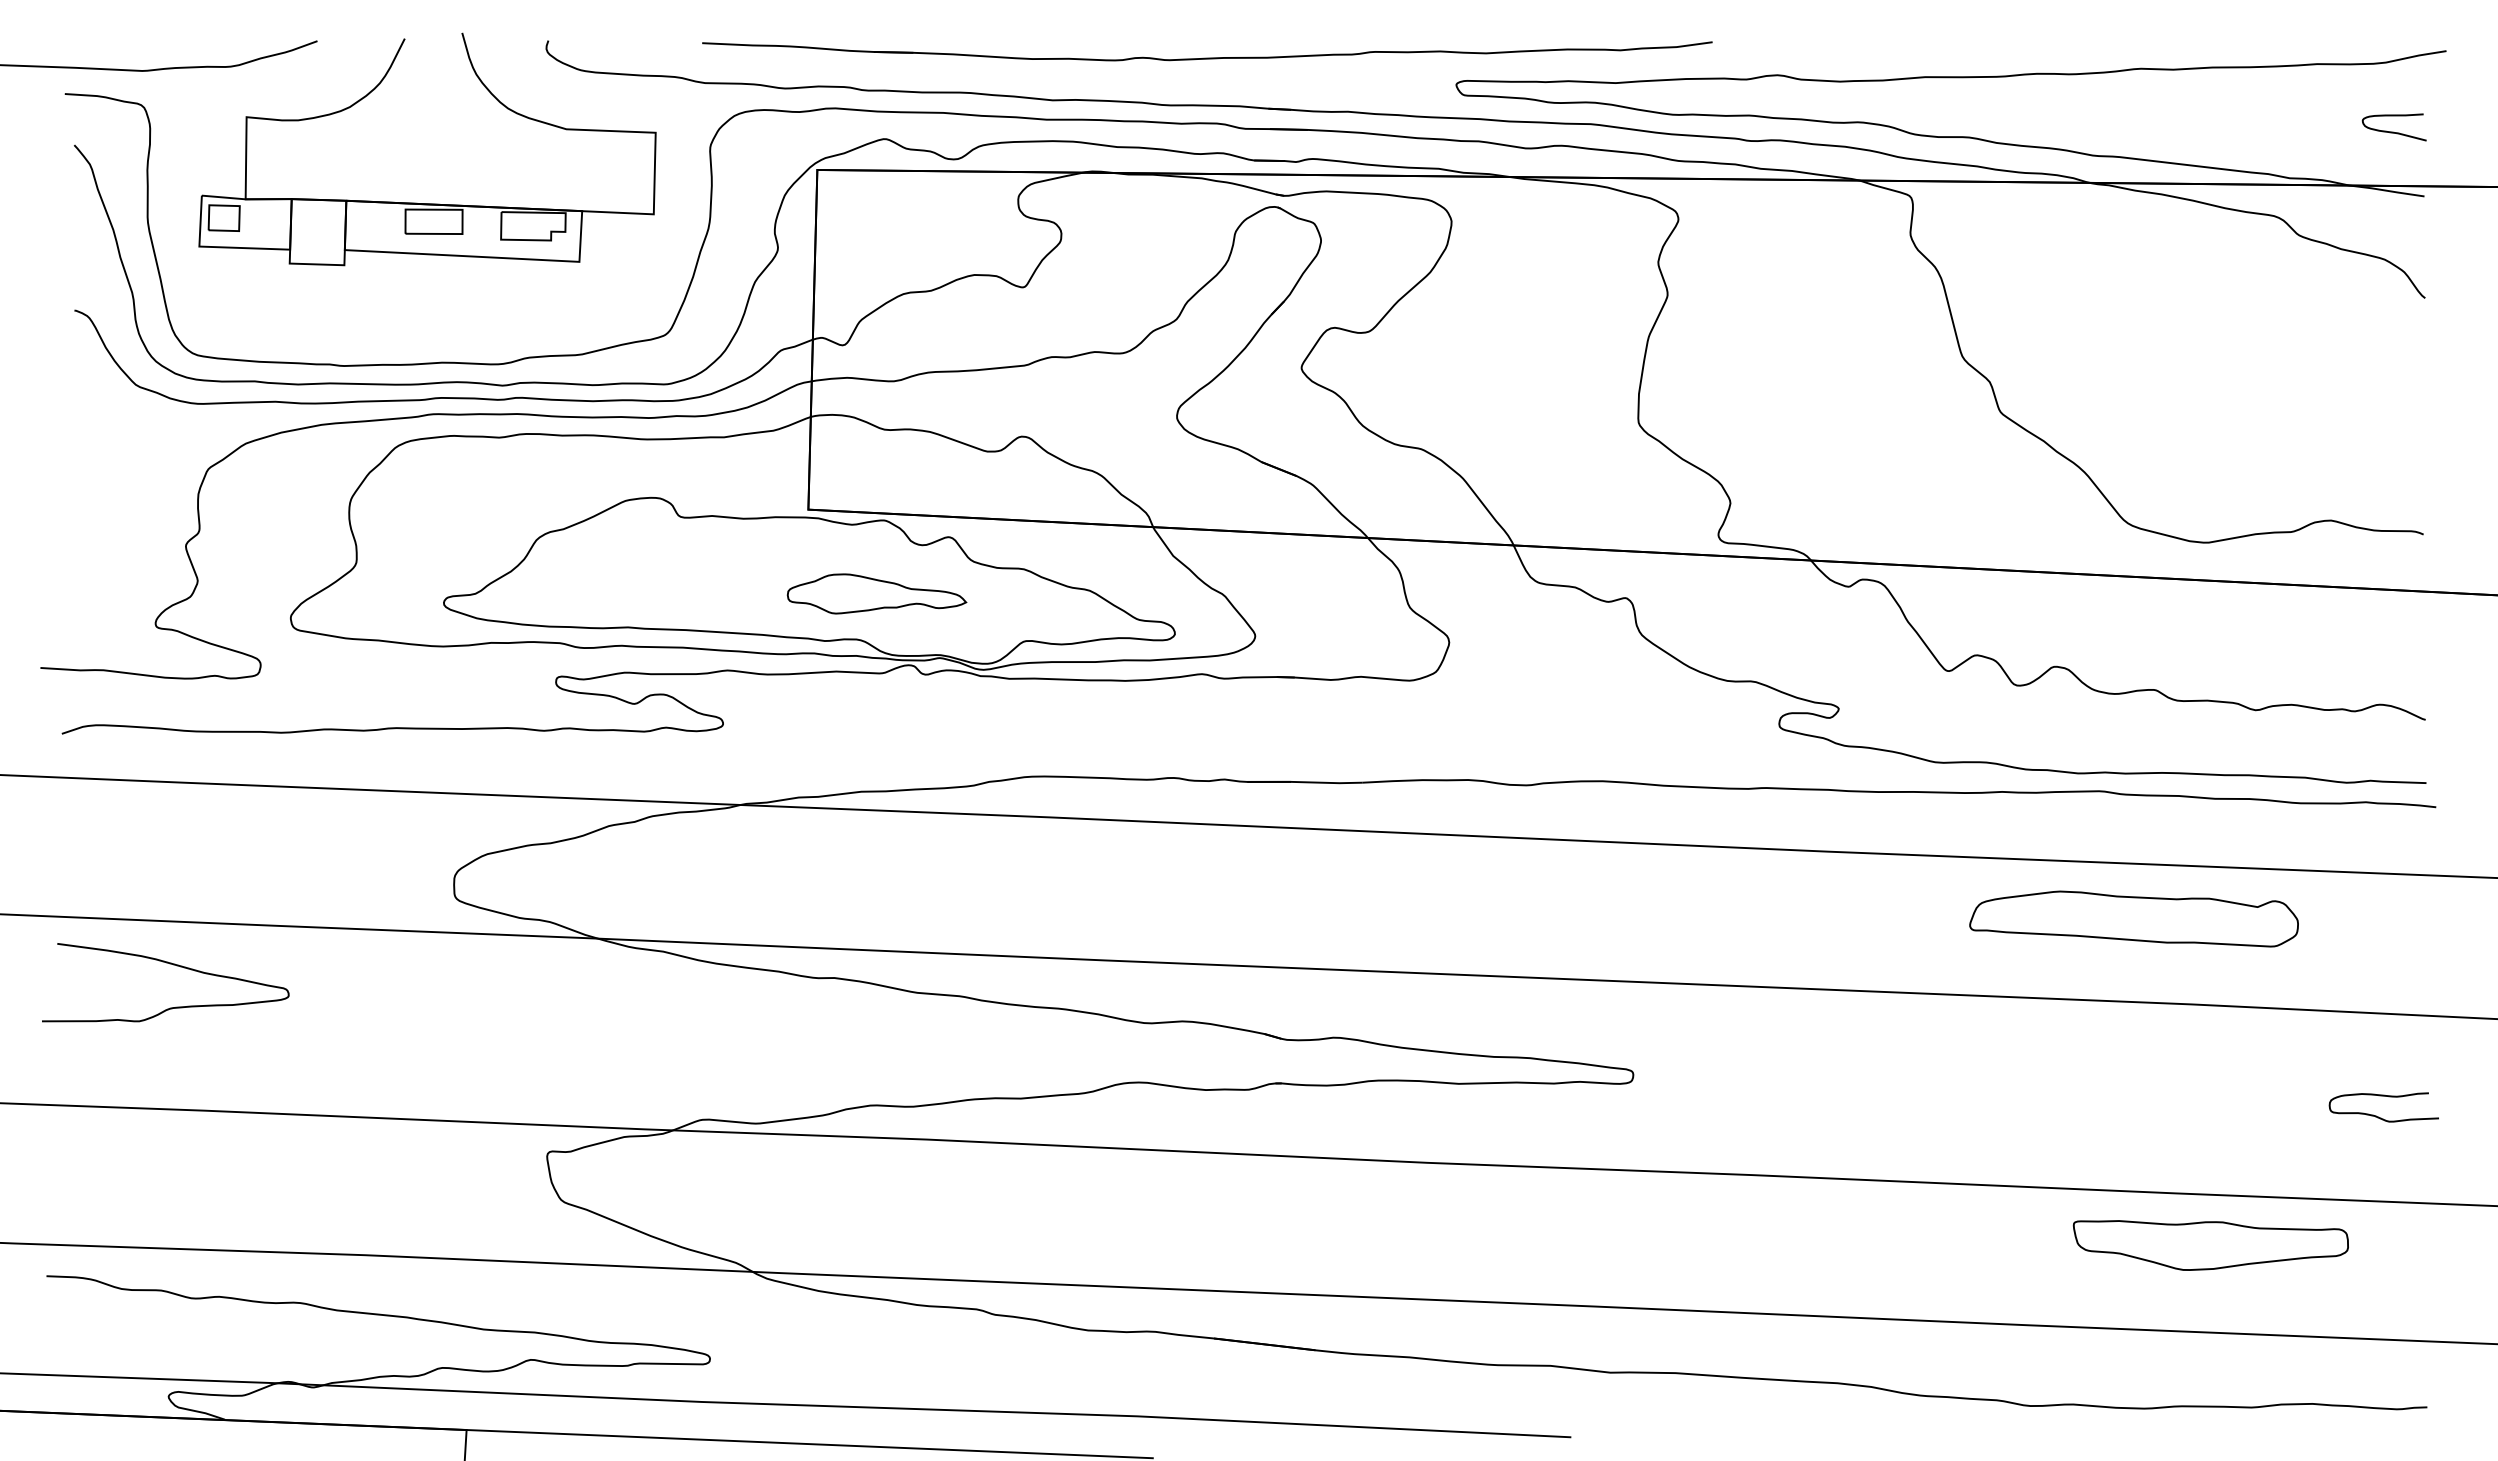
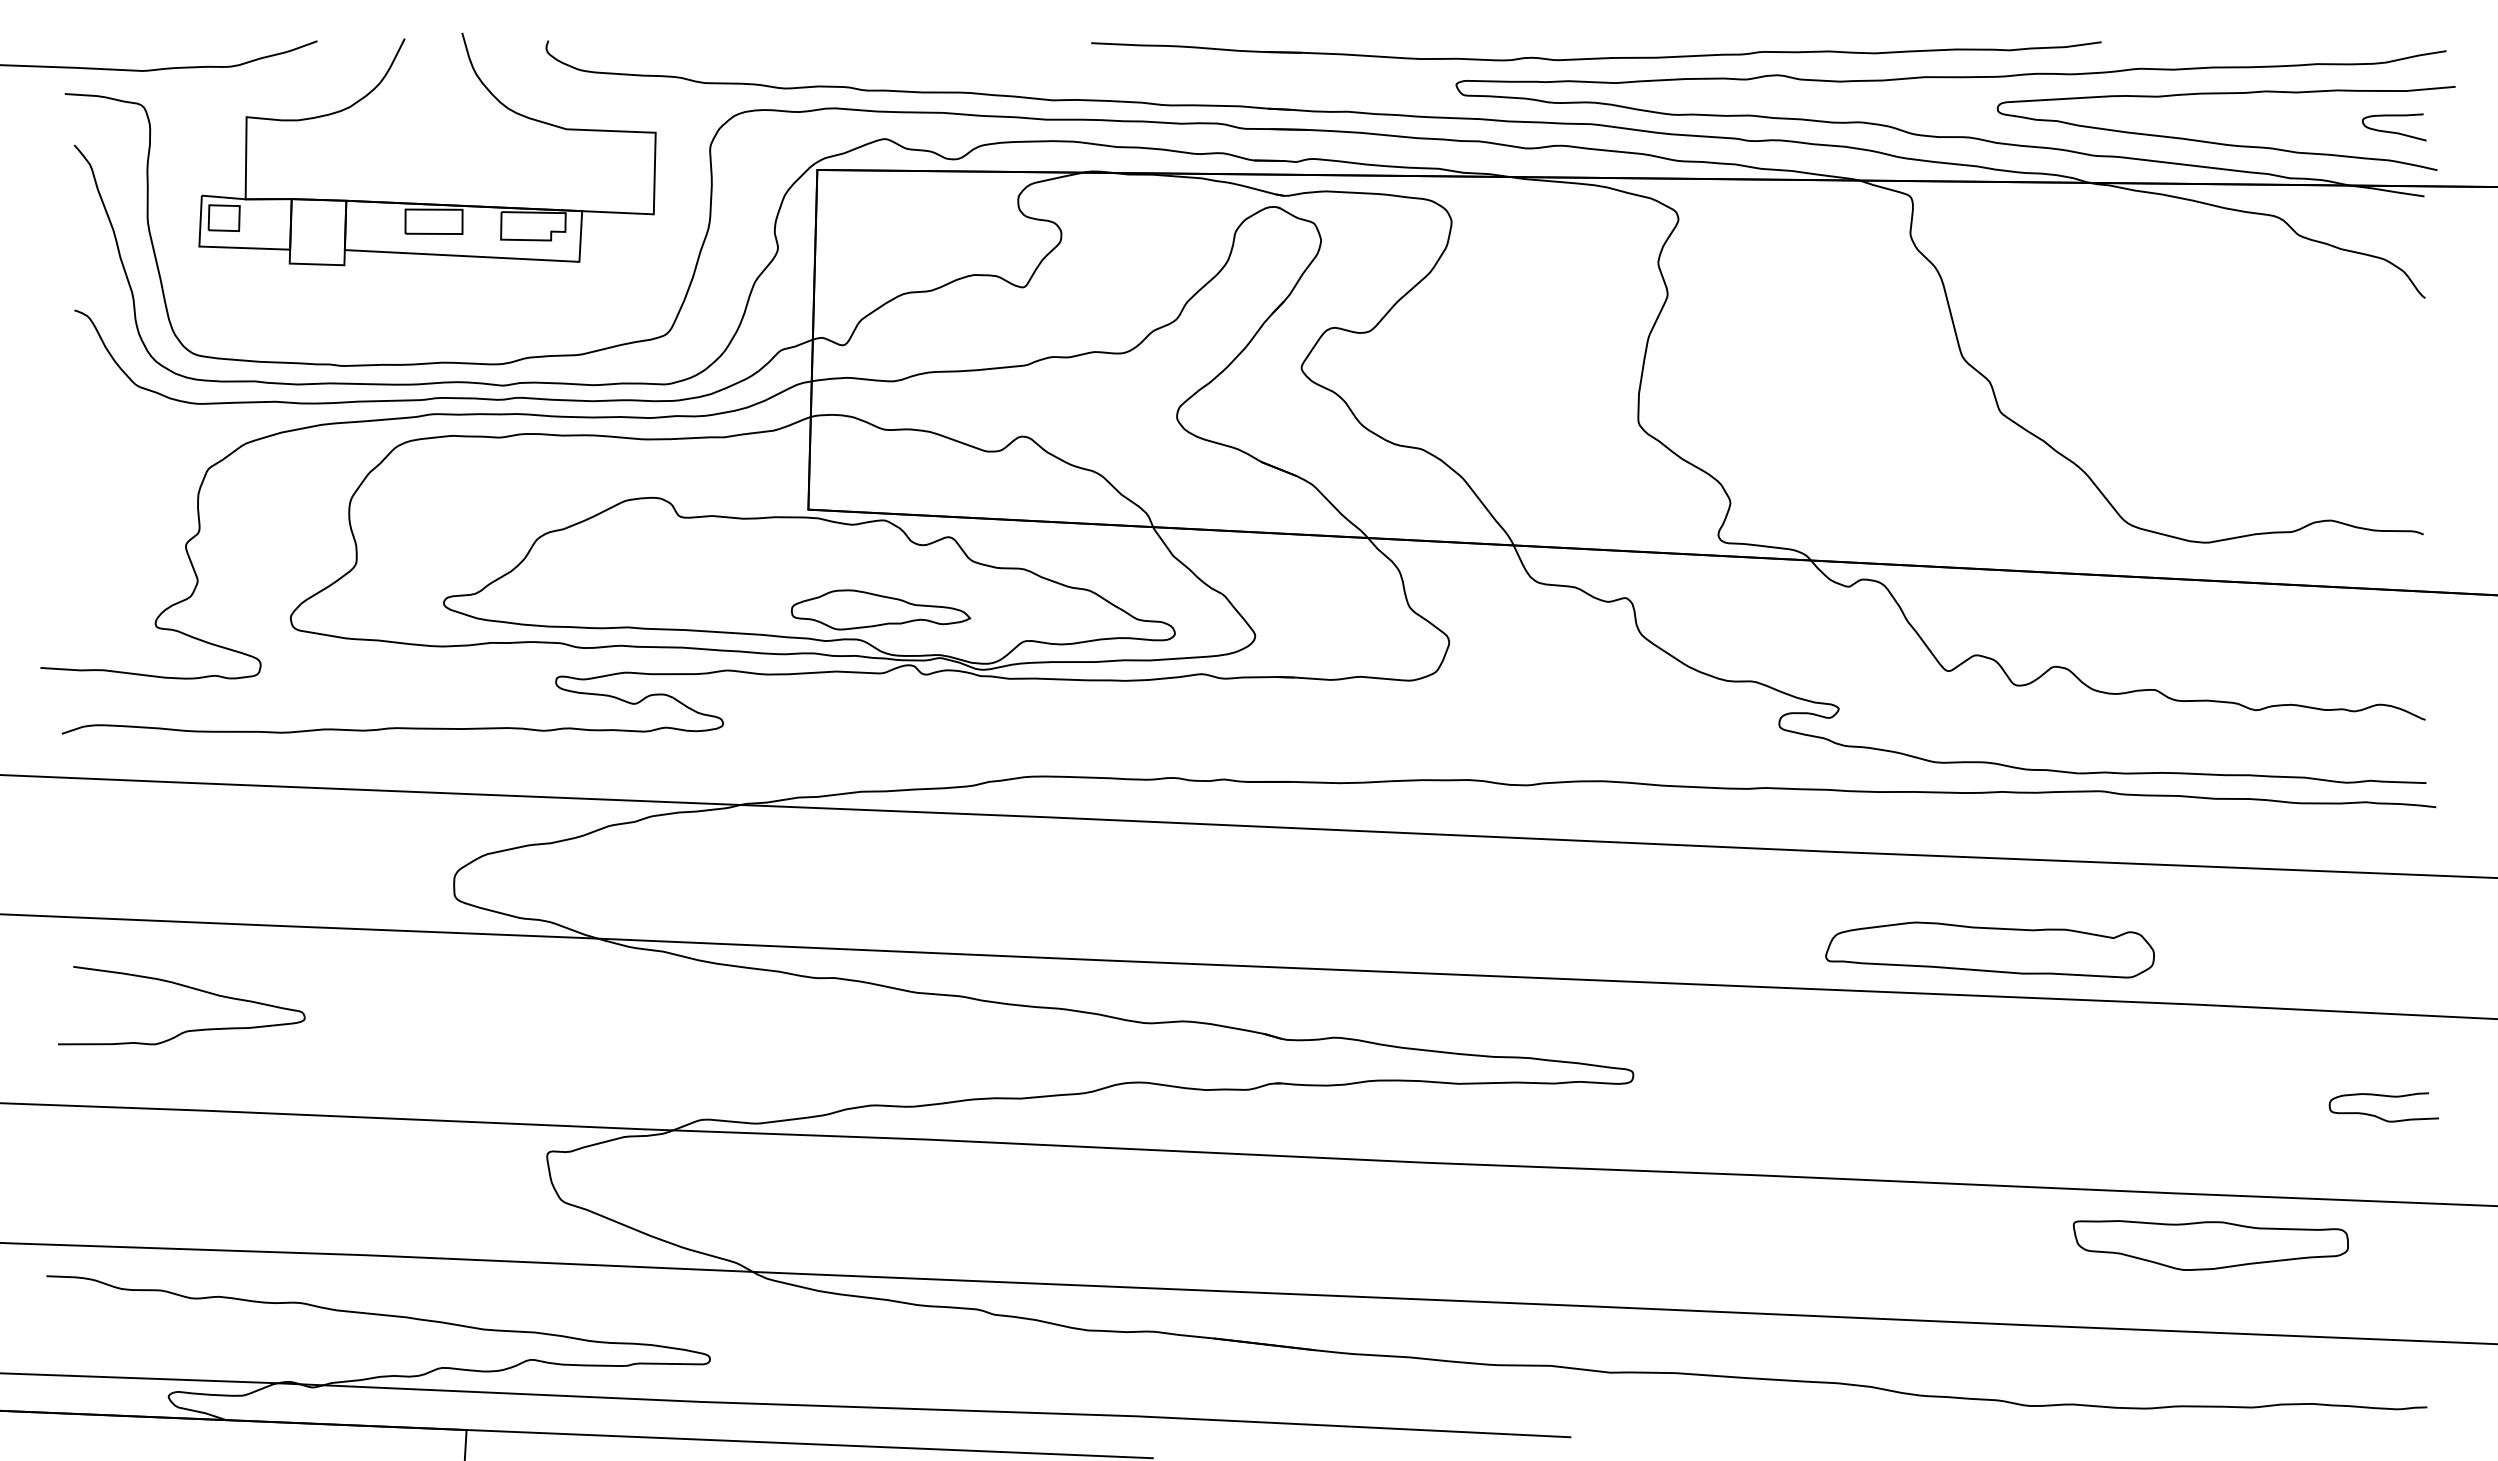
part at (1207, 51) position: (1207, 51) -> (1596, 51)
curve at (2225, 143): none -> present
part at (876, 593) position: (876, 593) -> (880, 609)
part at (2133, 918) position: (2133, 918) -> (1989, 949)
curve at (169, 964) position: (169, 964) -> (185, 987)
